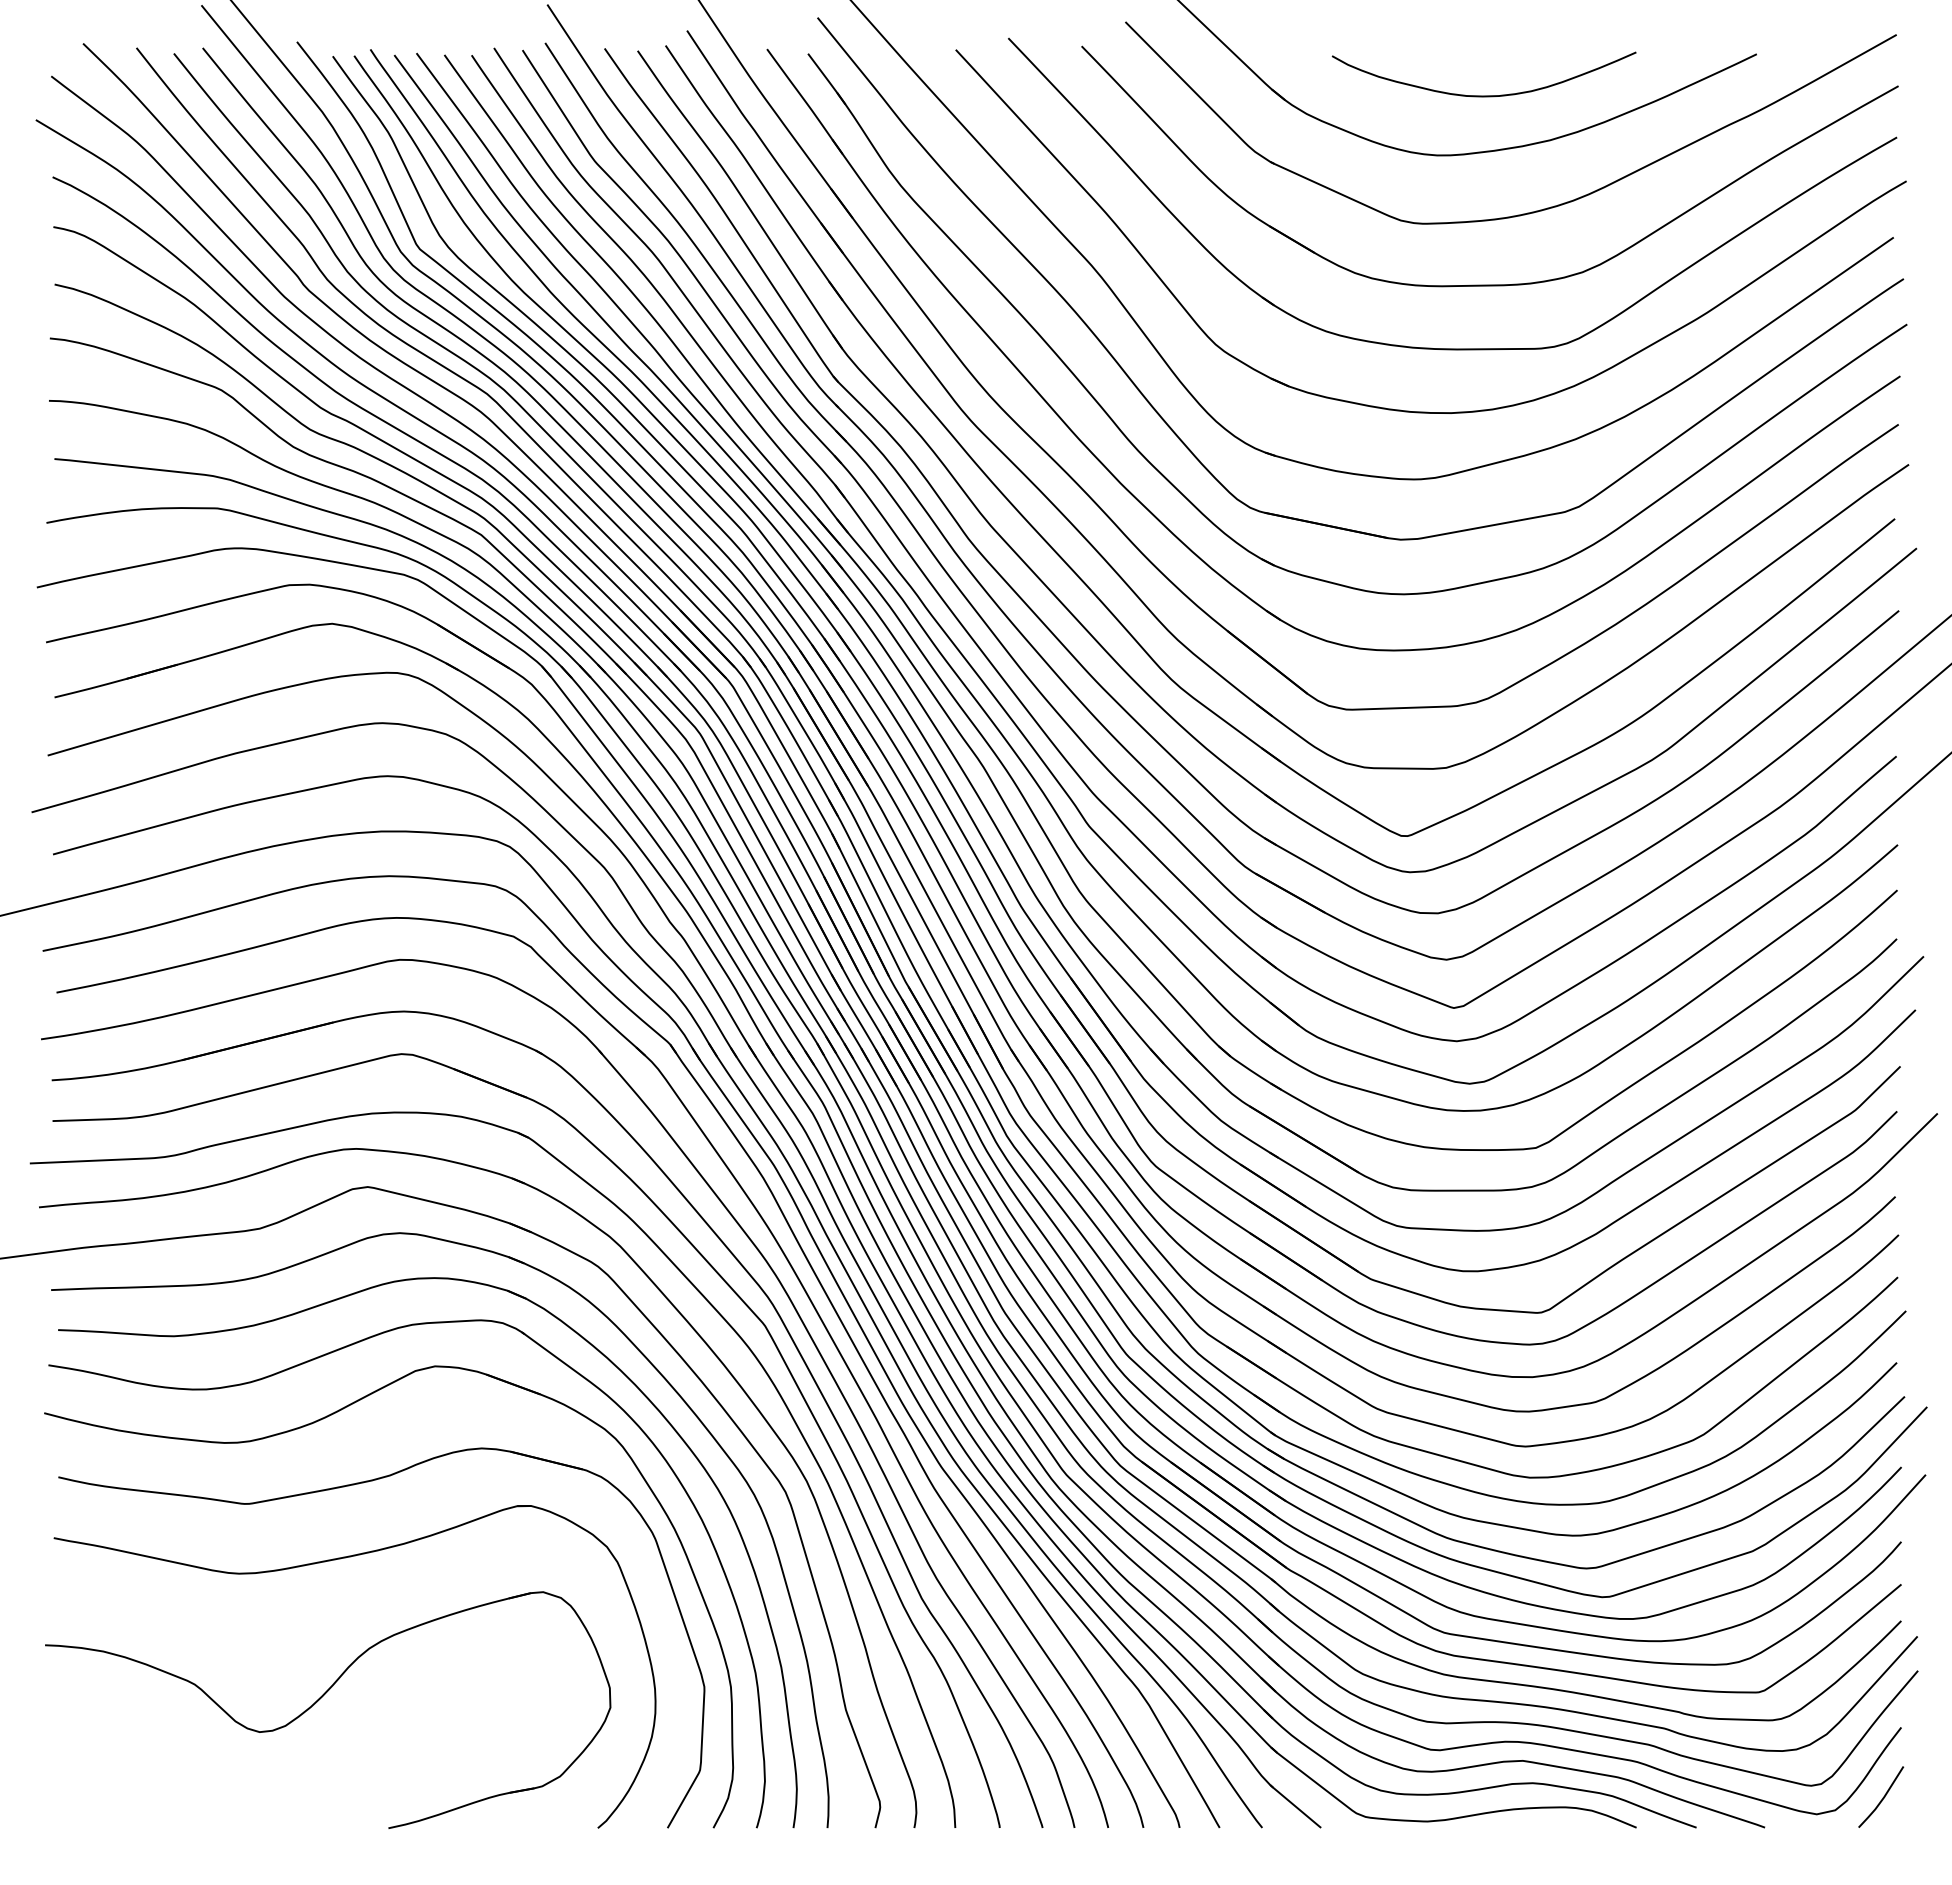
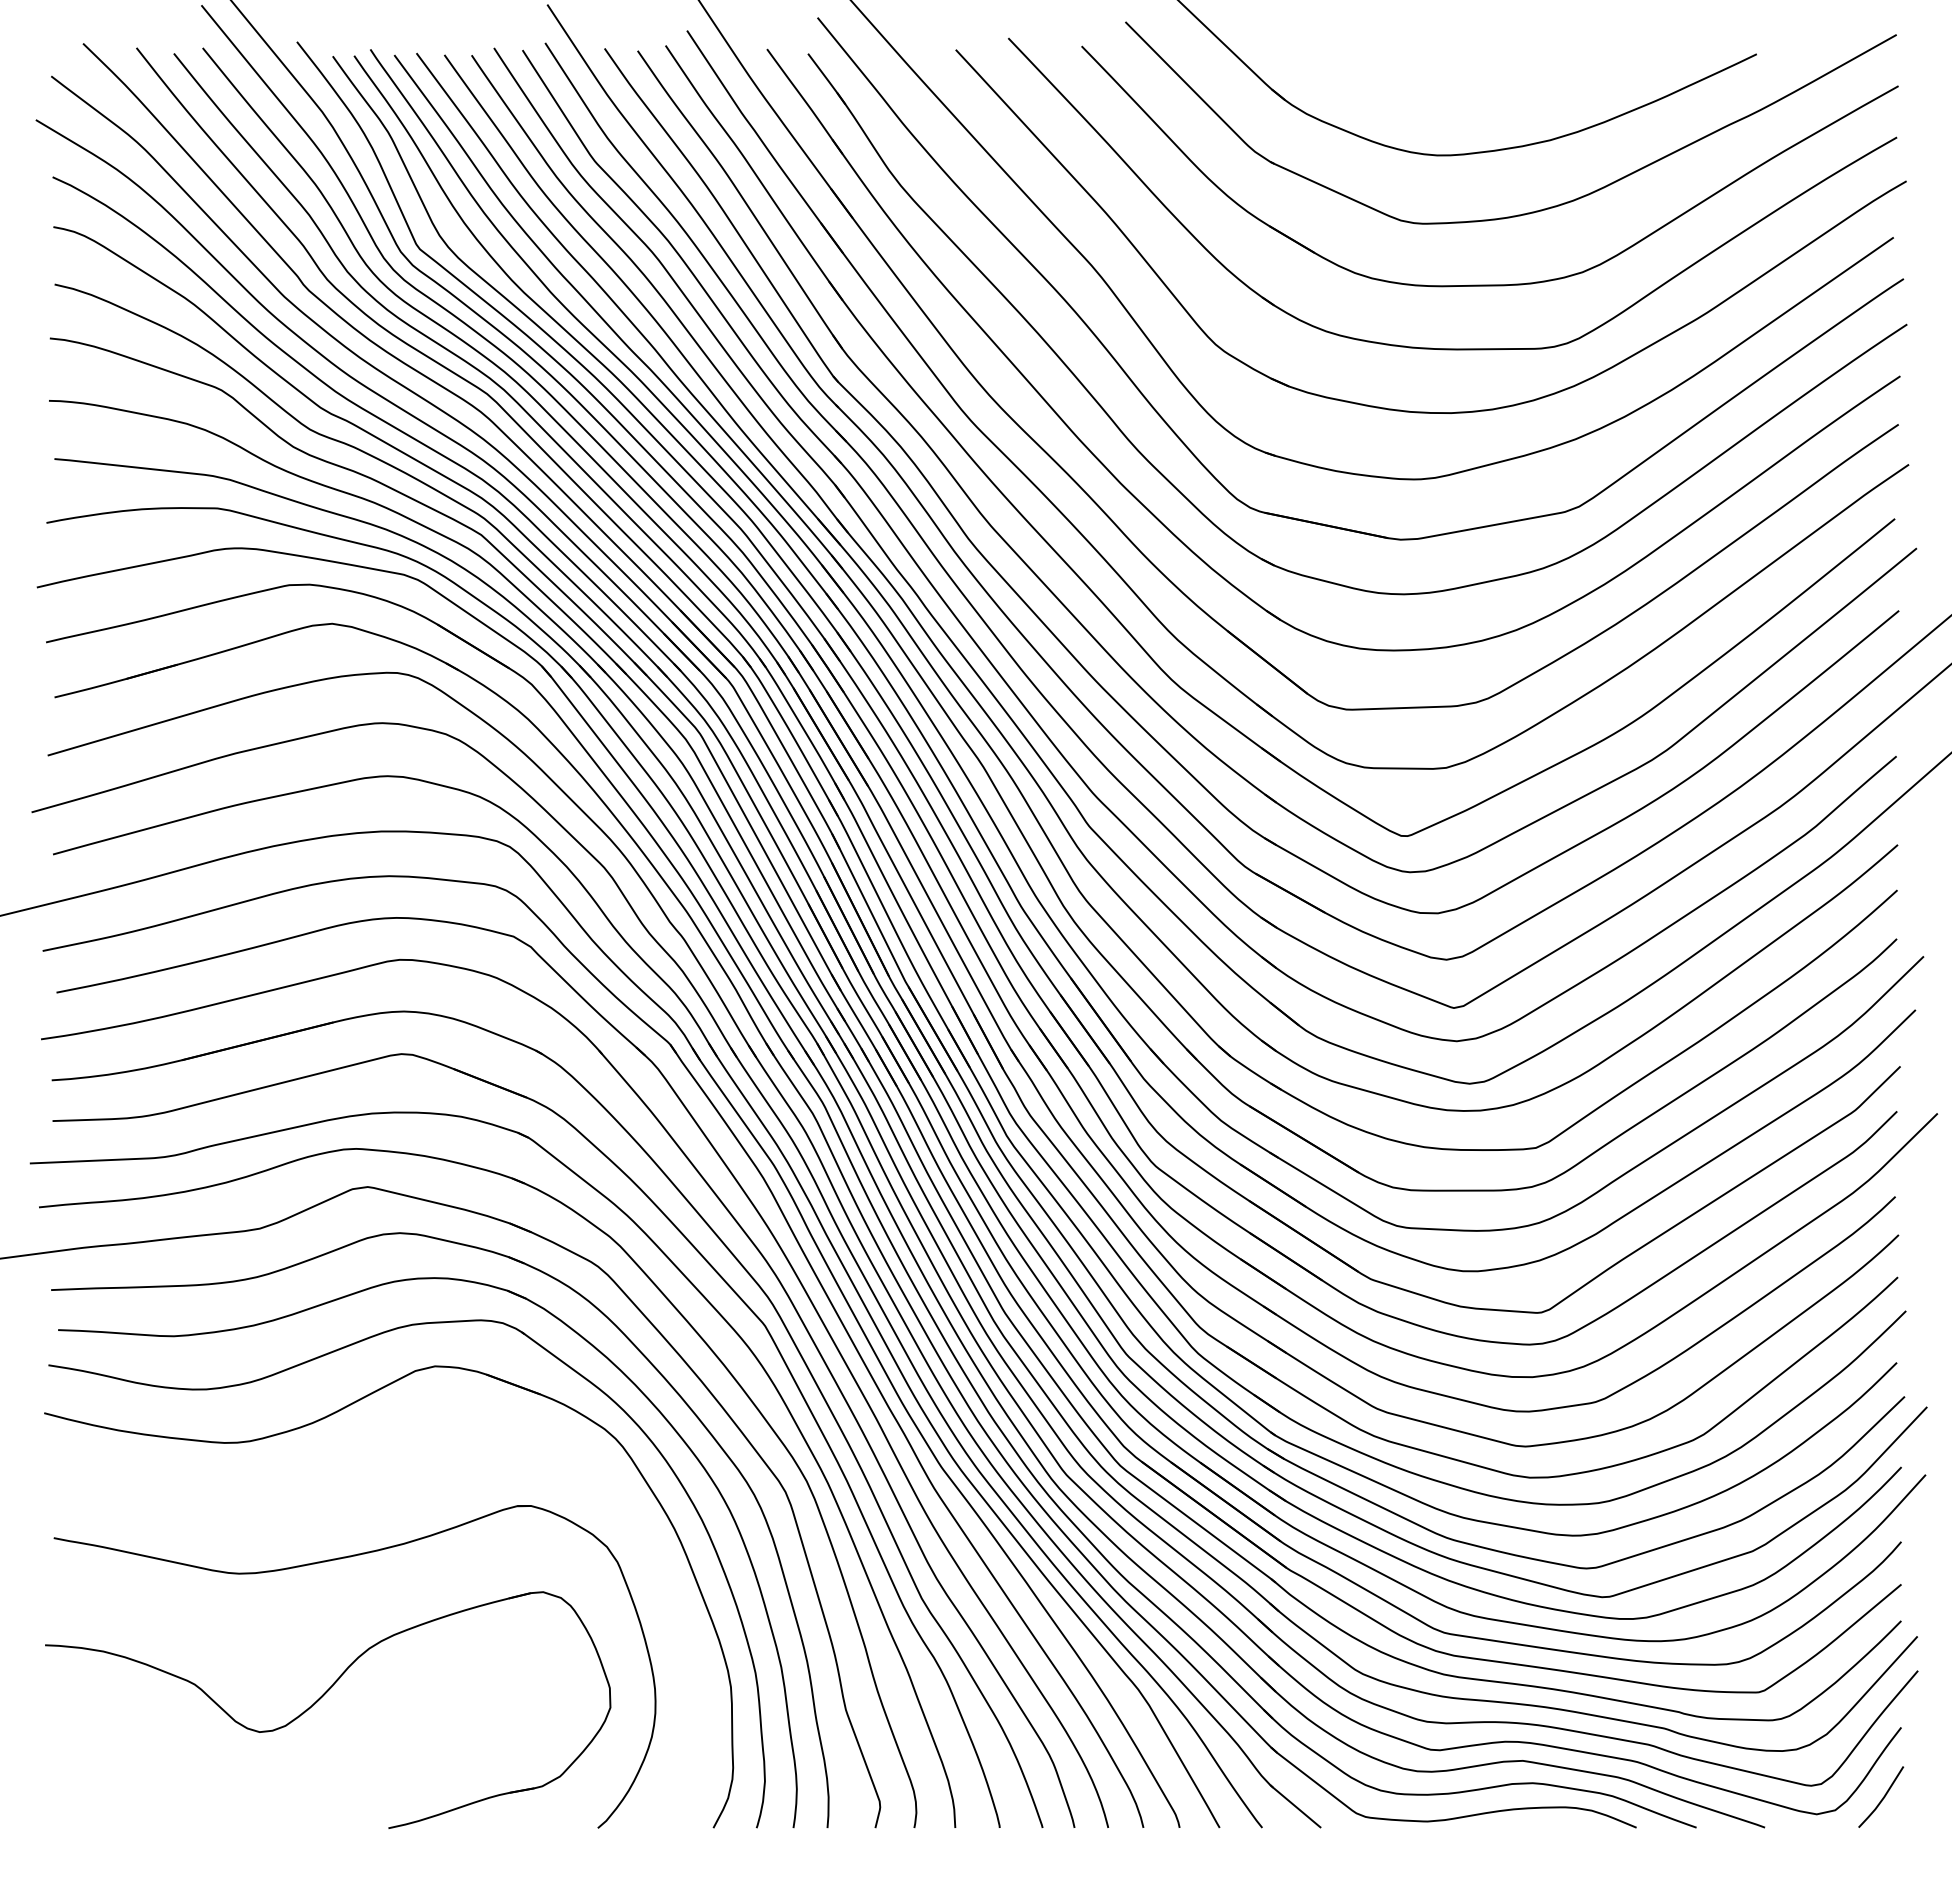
curve at (1483, 95): present -> none
part at (349, 1486): present -> none
